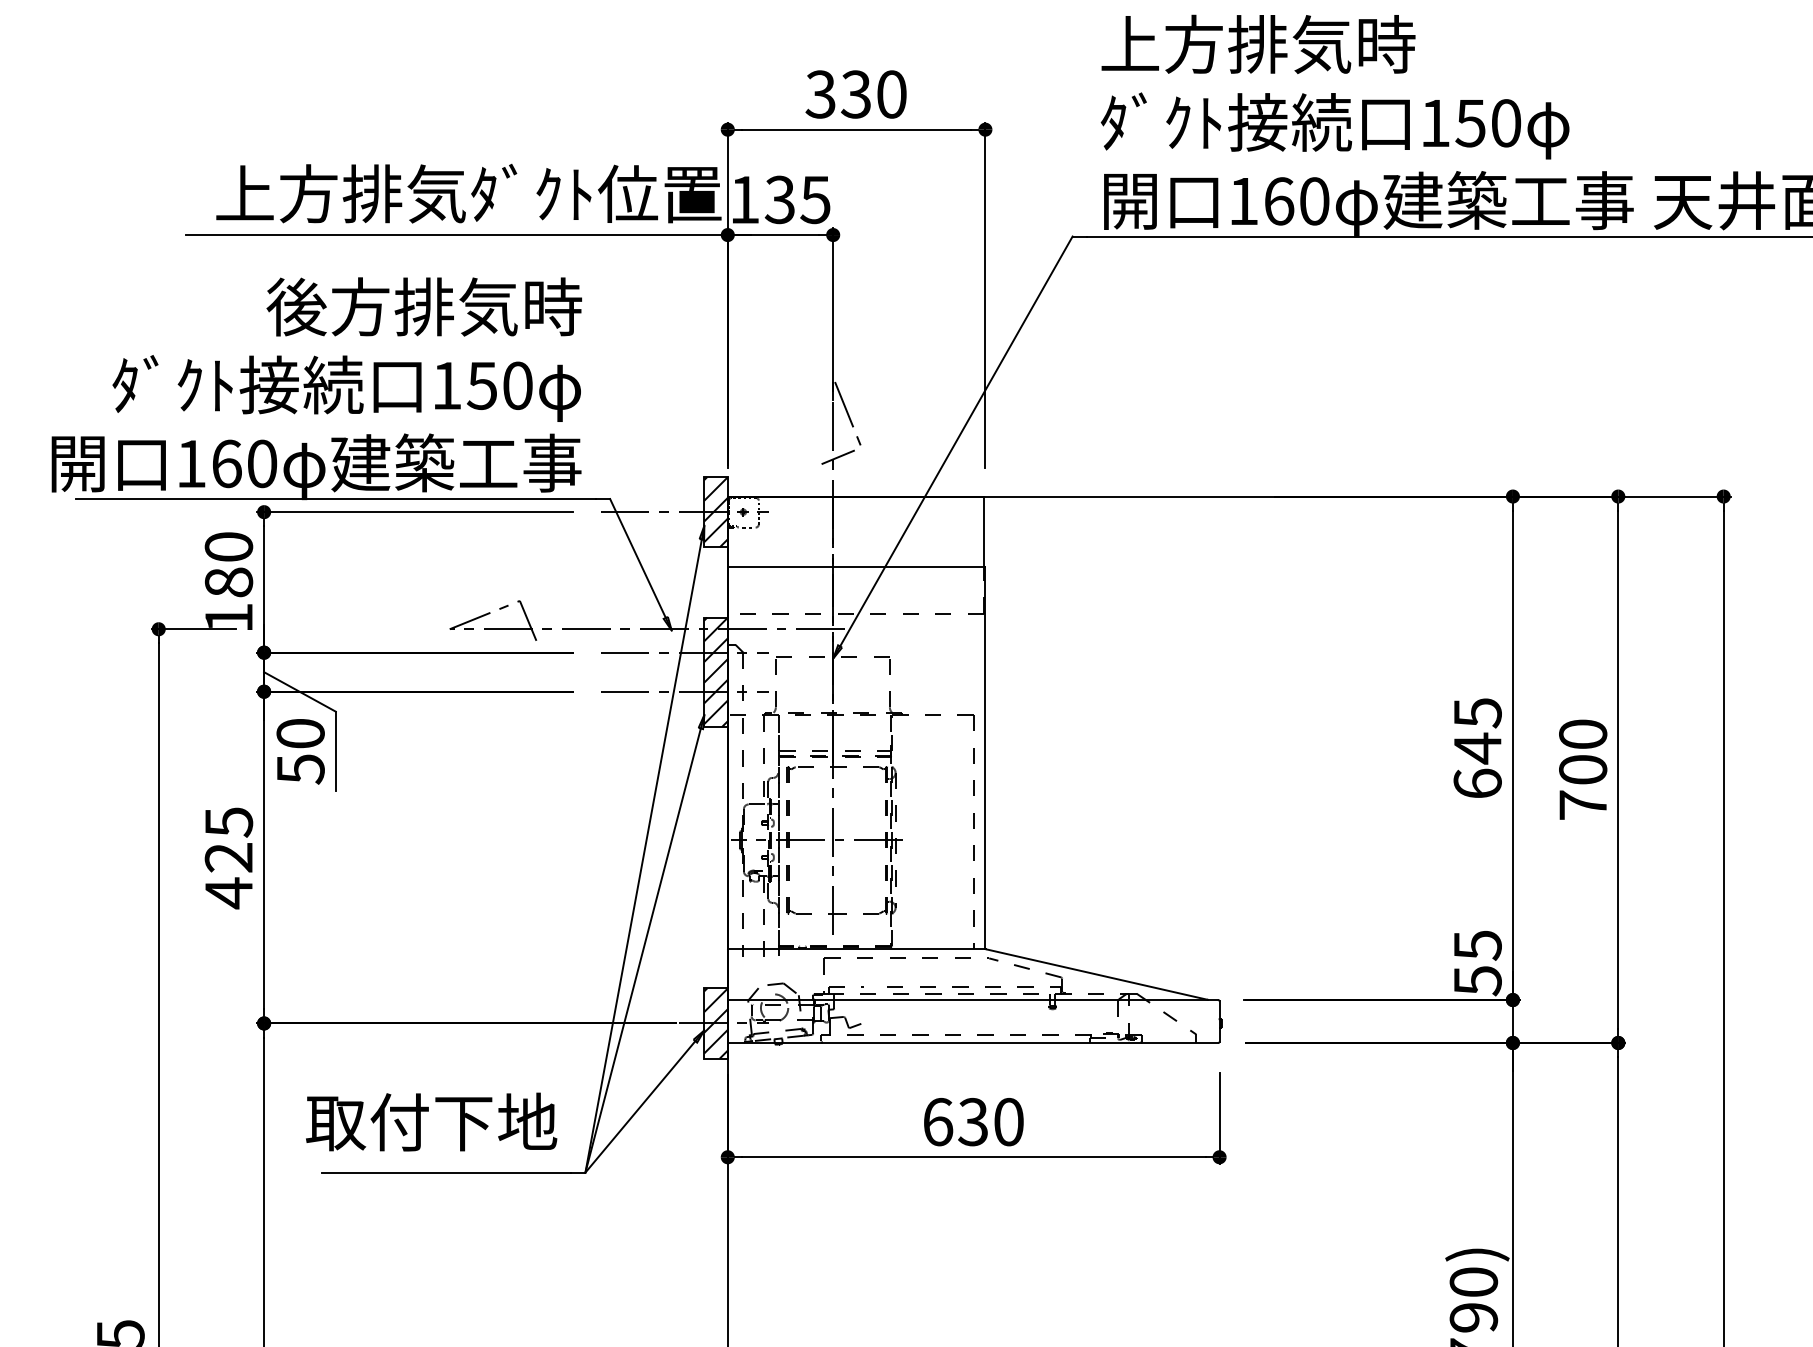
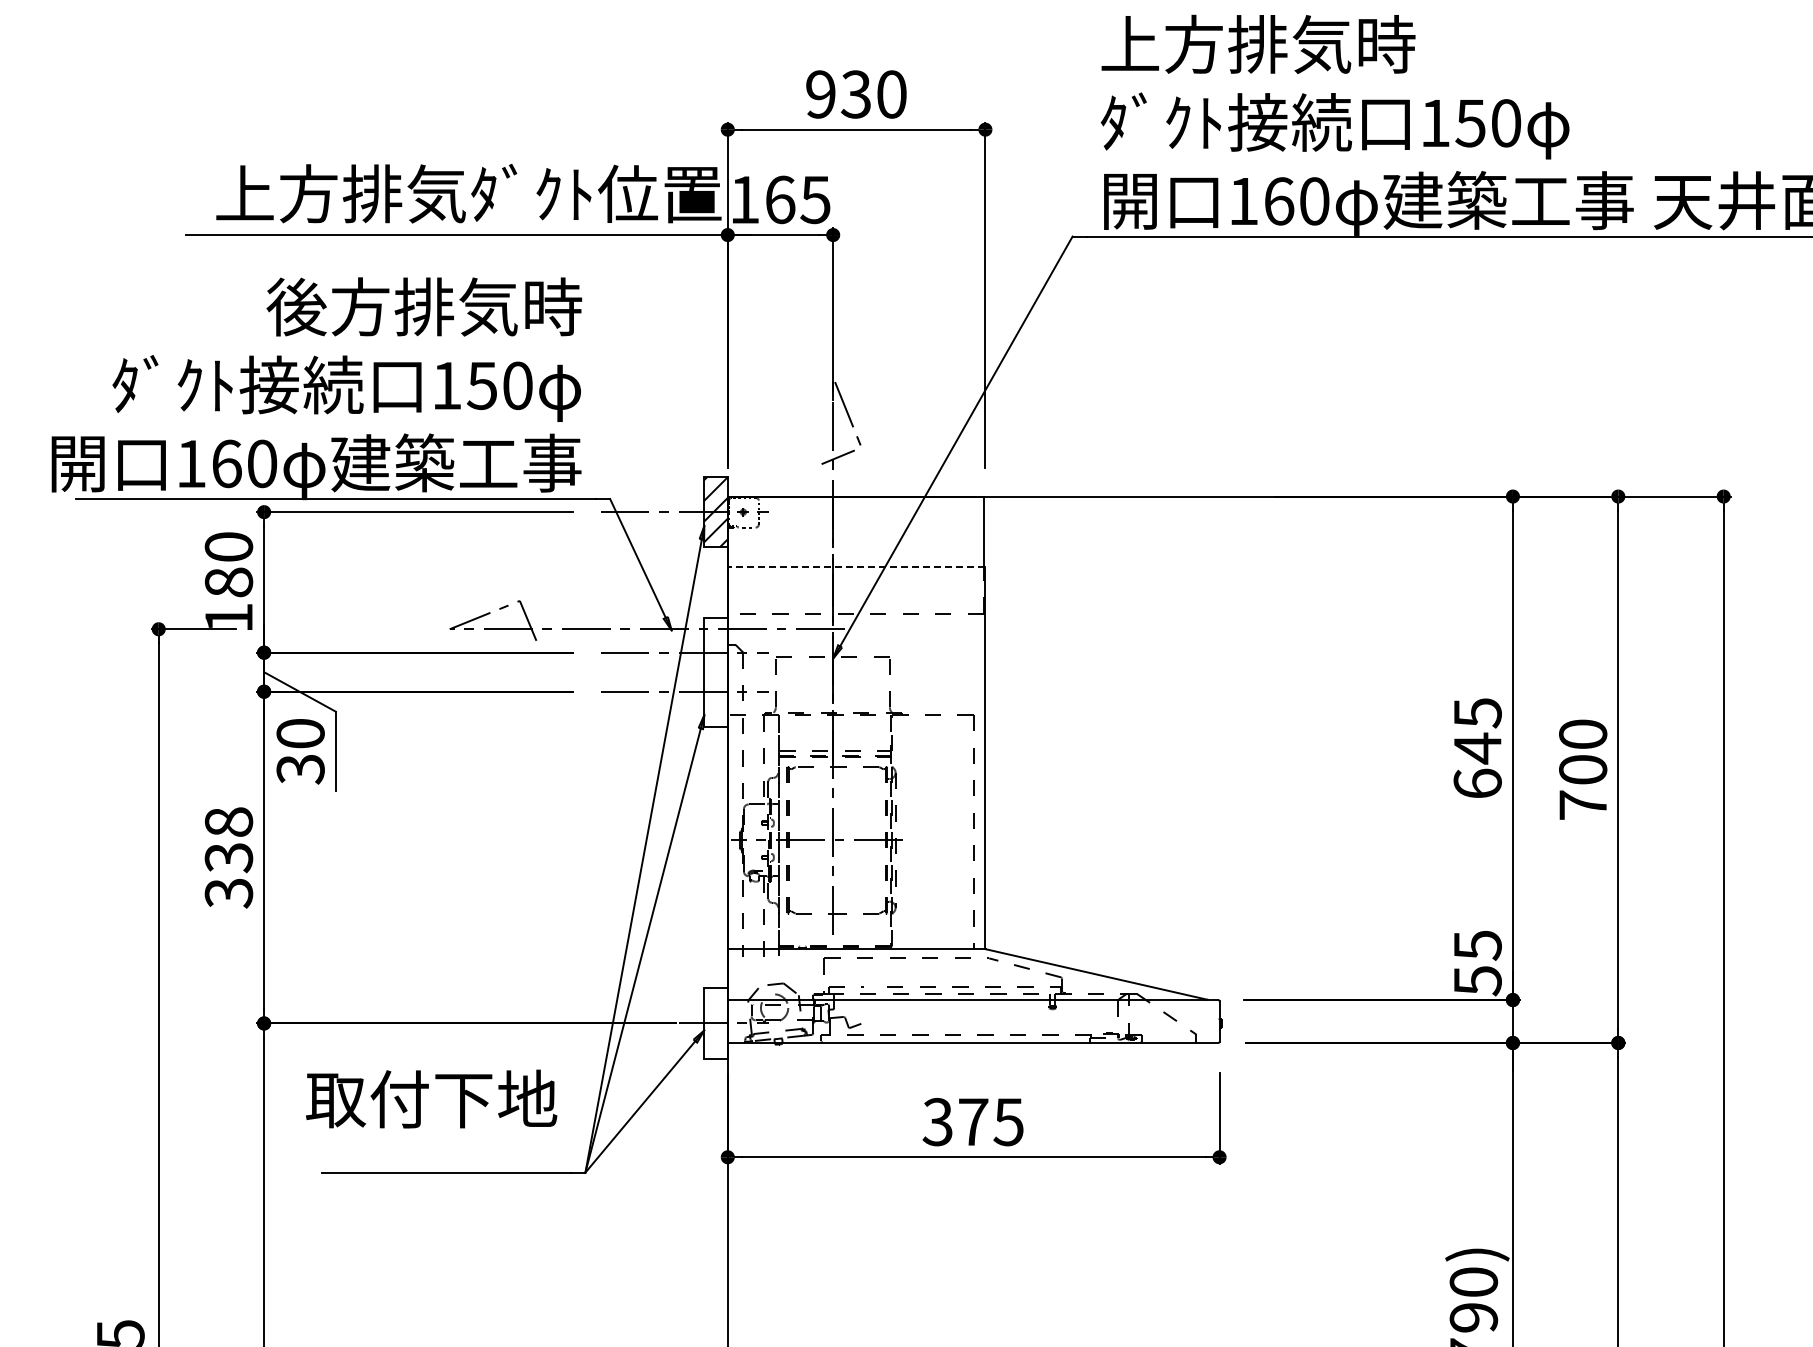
text at (820, 94): 330 -> 930
text at (779, 199): 135 -> 165
line at (856, 566): solid -> dashed
hatch at (715, 671): present -> none
text at (300, 769): 50 -> 30
text at (228, 858): 425 -> 338
hatch at (715, 1023): present -> none
text at (431, 1121) position: (431, 1121) -> (431, 1098)
text at (972, 1121): 630 -> 375
